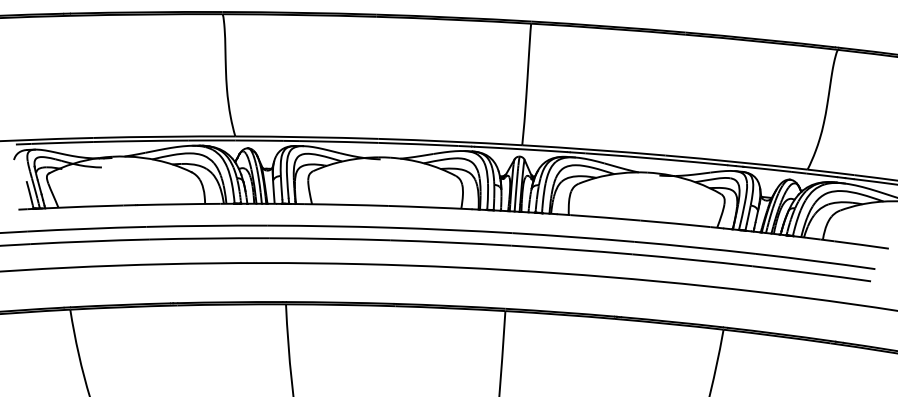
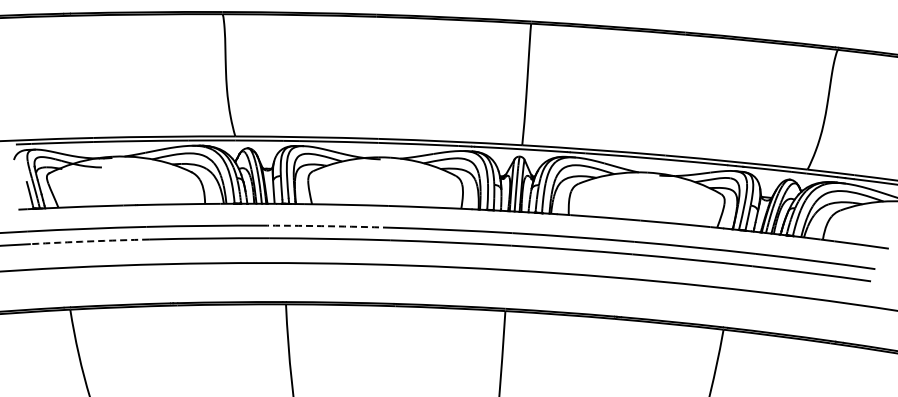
arc at (328, 226): solid -> dashed
arc at (89, 241): solid -> dashed
